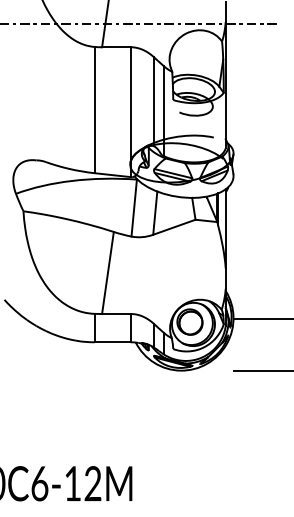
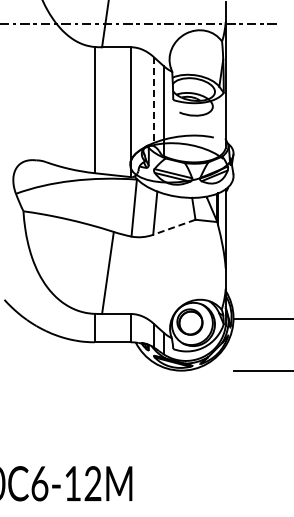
line at (153, 101): solid -> dashed
line at (173, 227): solid -> dashed
